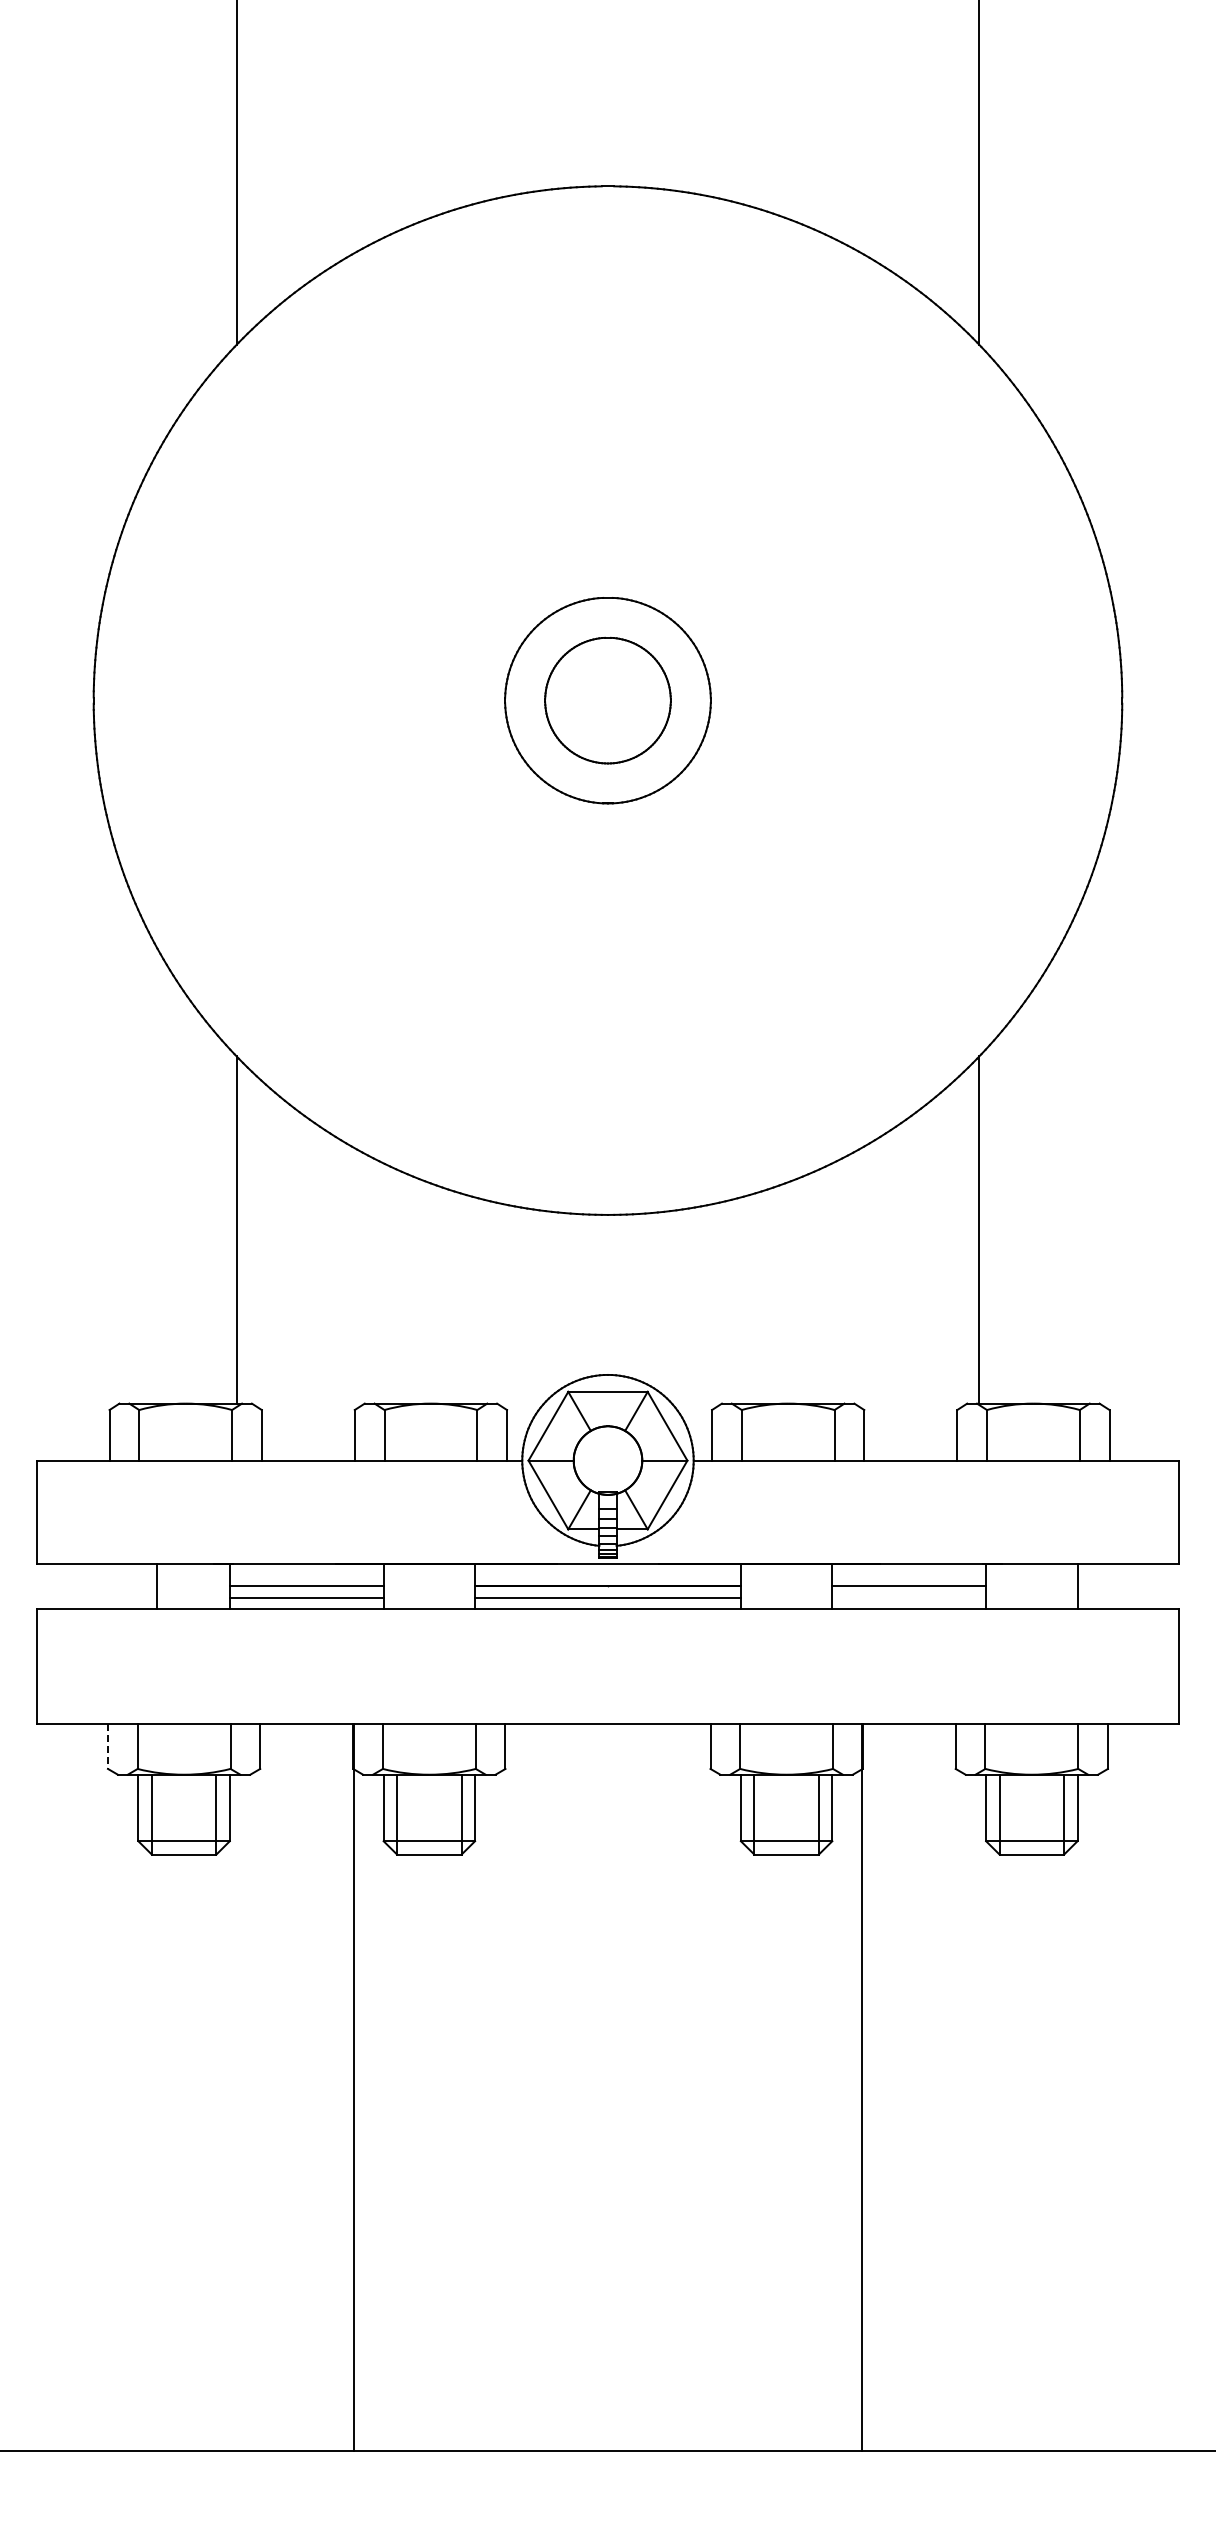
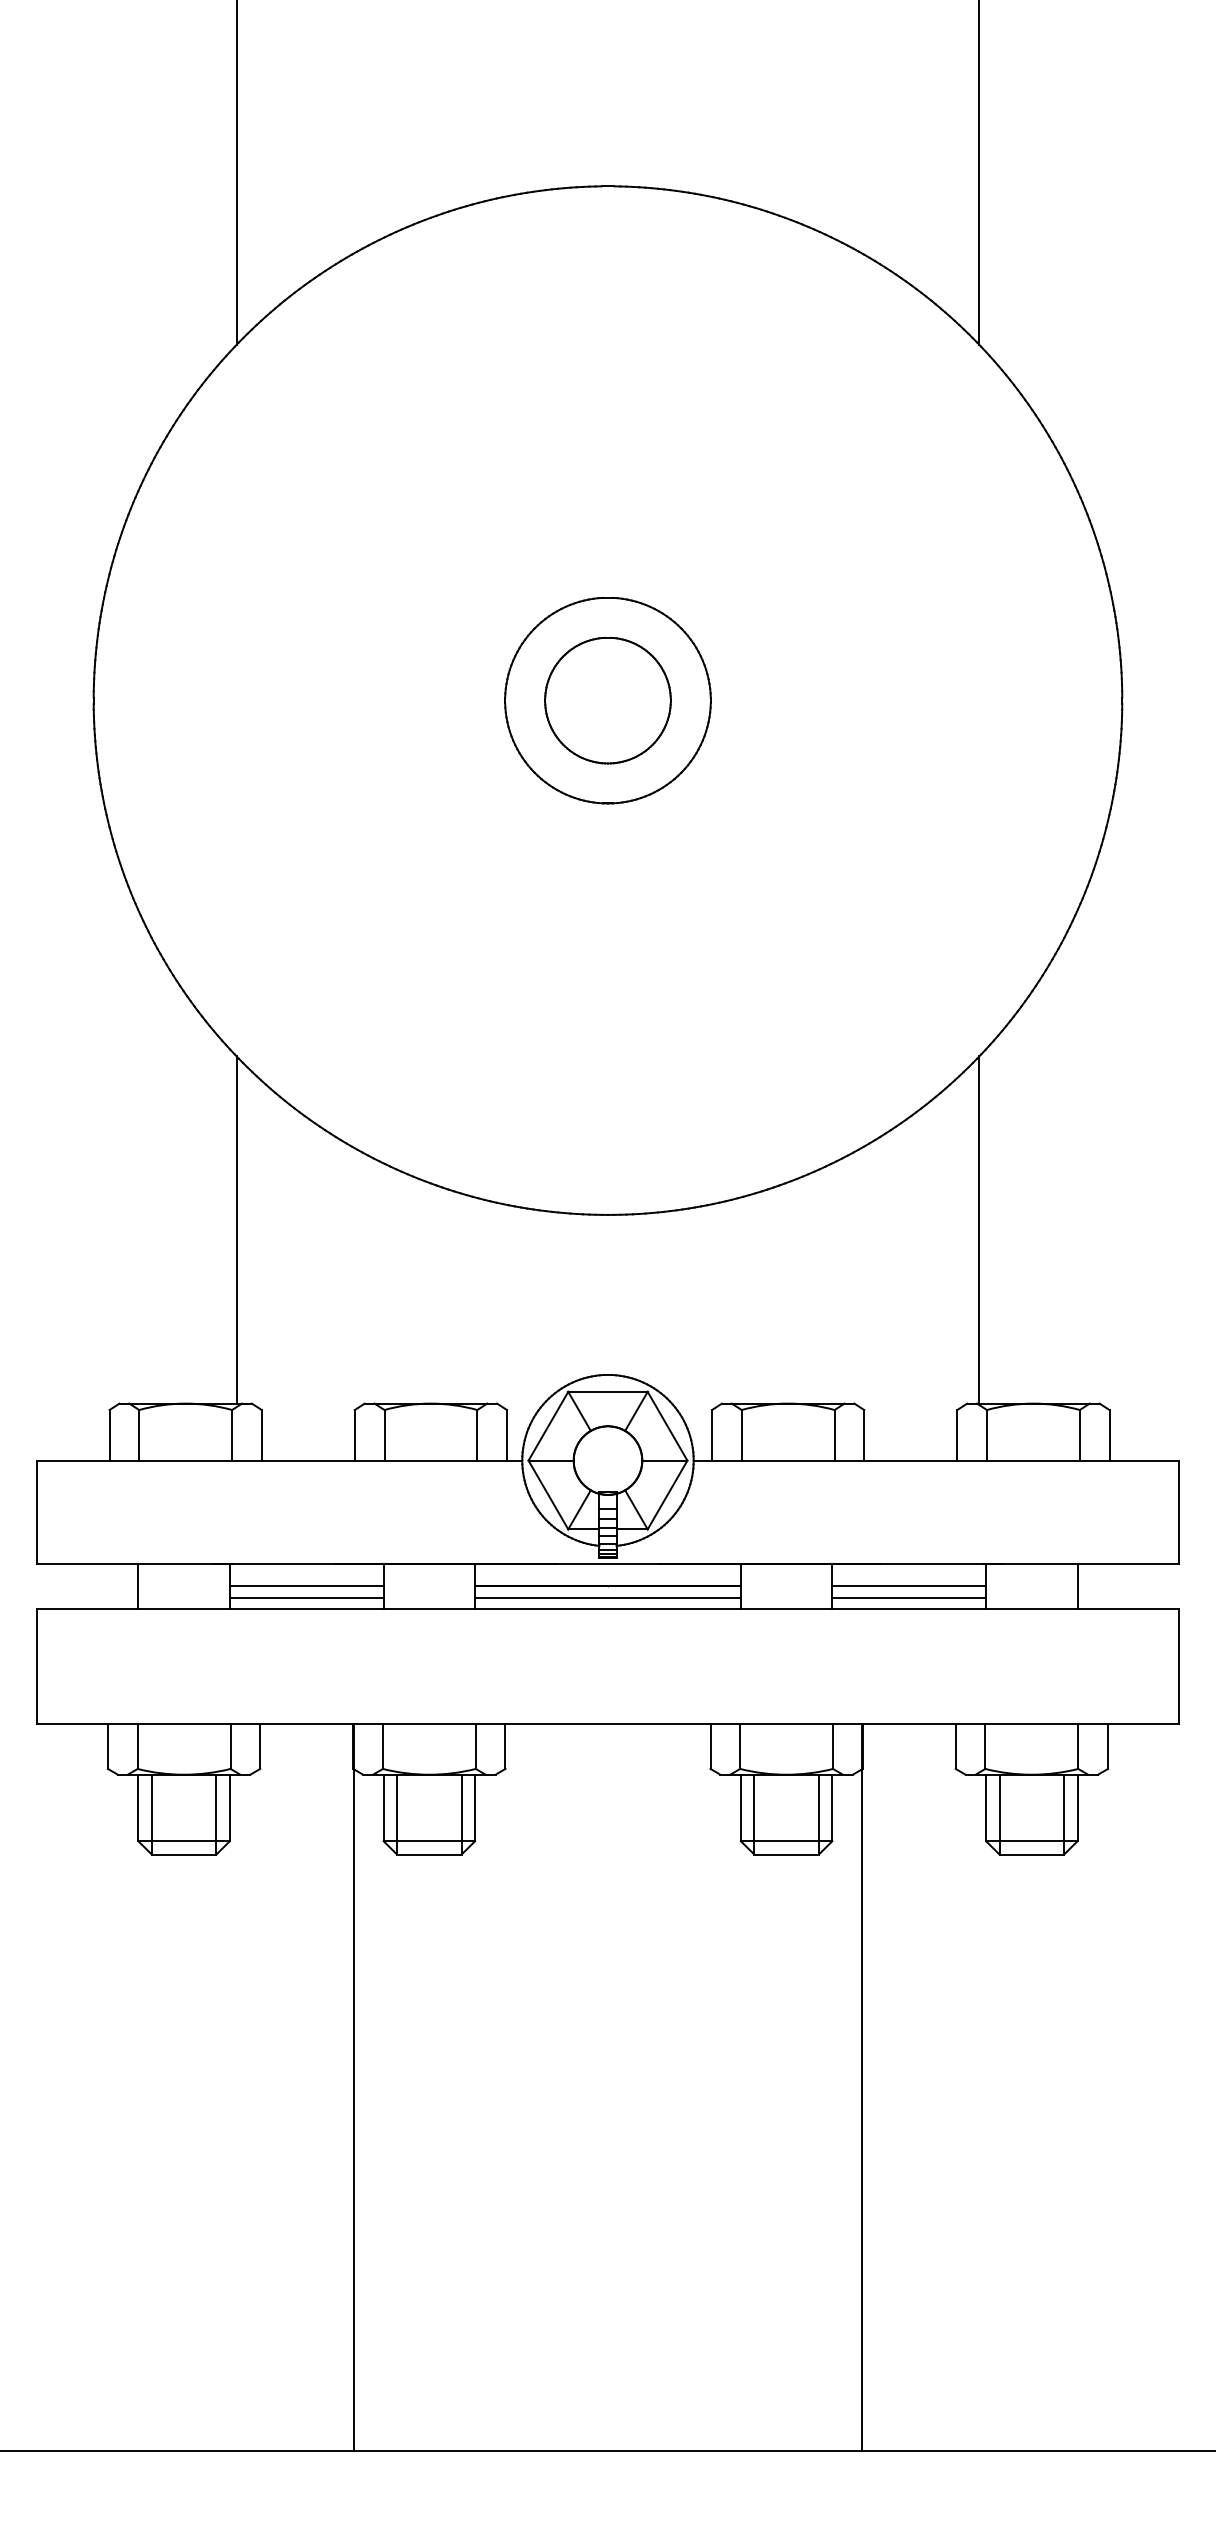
line at (157, 1586) position: (157, 1586) -> (138, 1586)
line at (909, 1597): none -> present
line at (107, 1746): dashed -> solid
